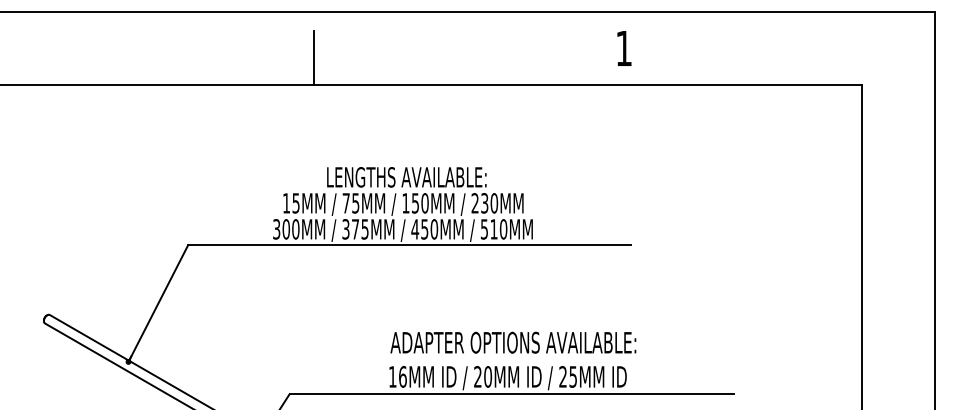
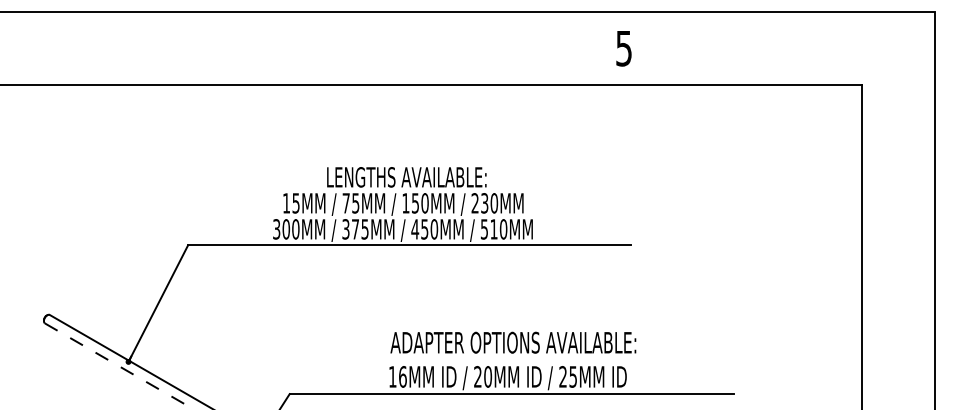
text at (623, 48): 1 -> 5
line at (313, 57): present -> none
line at (120, 366): solid -> dashed
